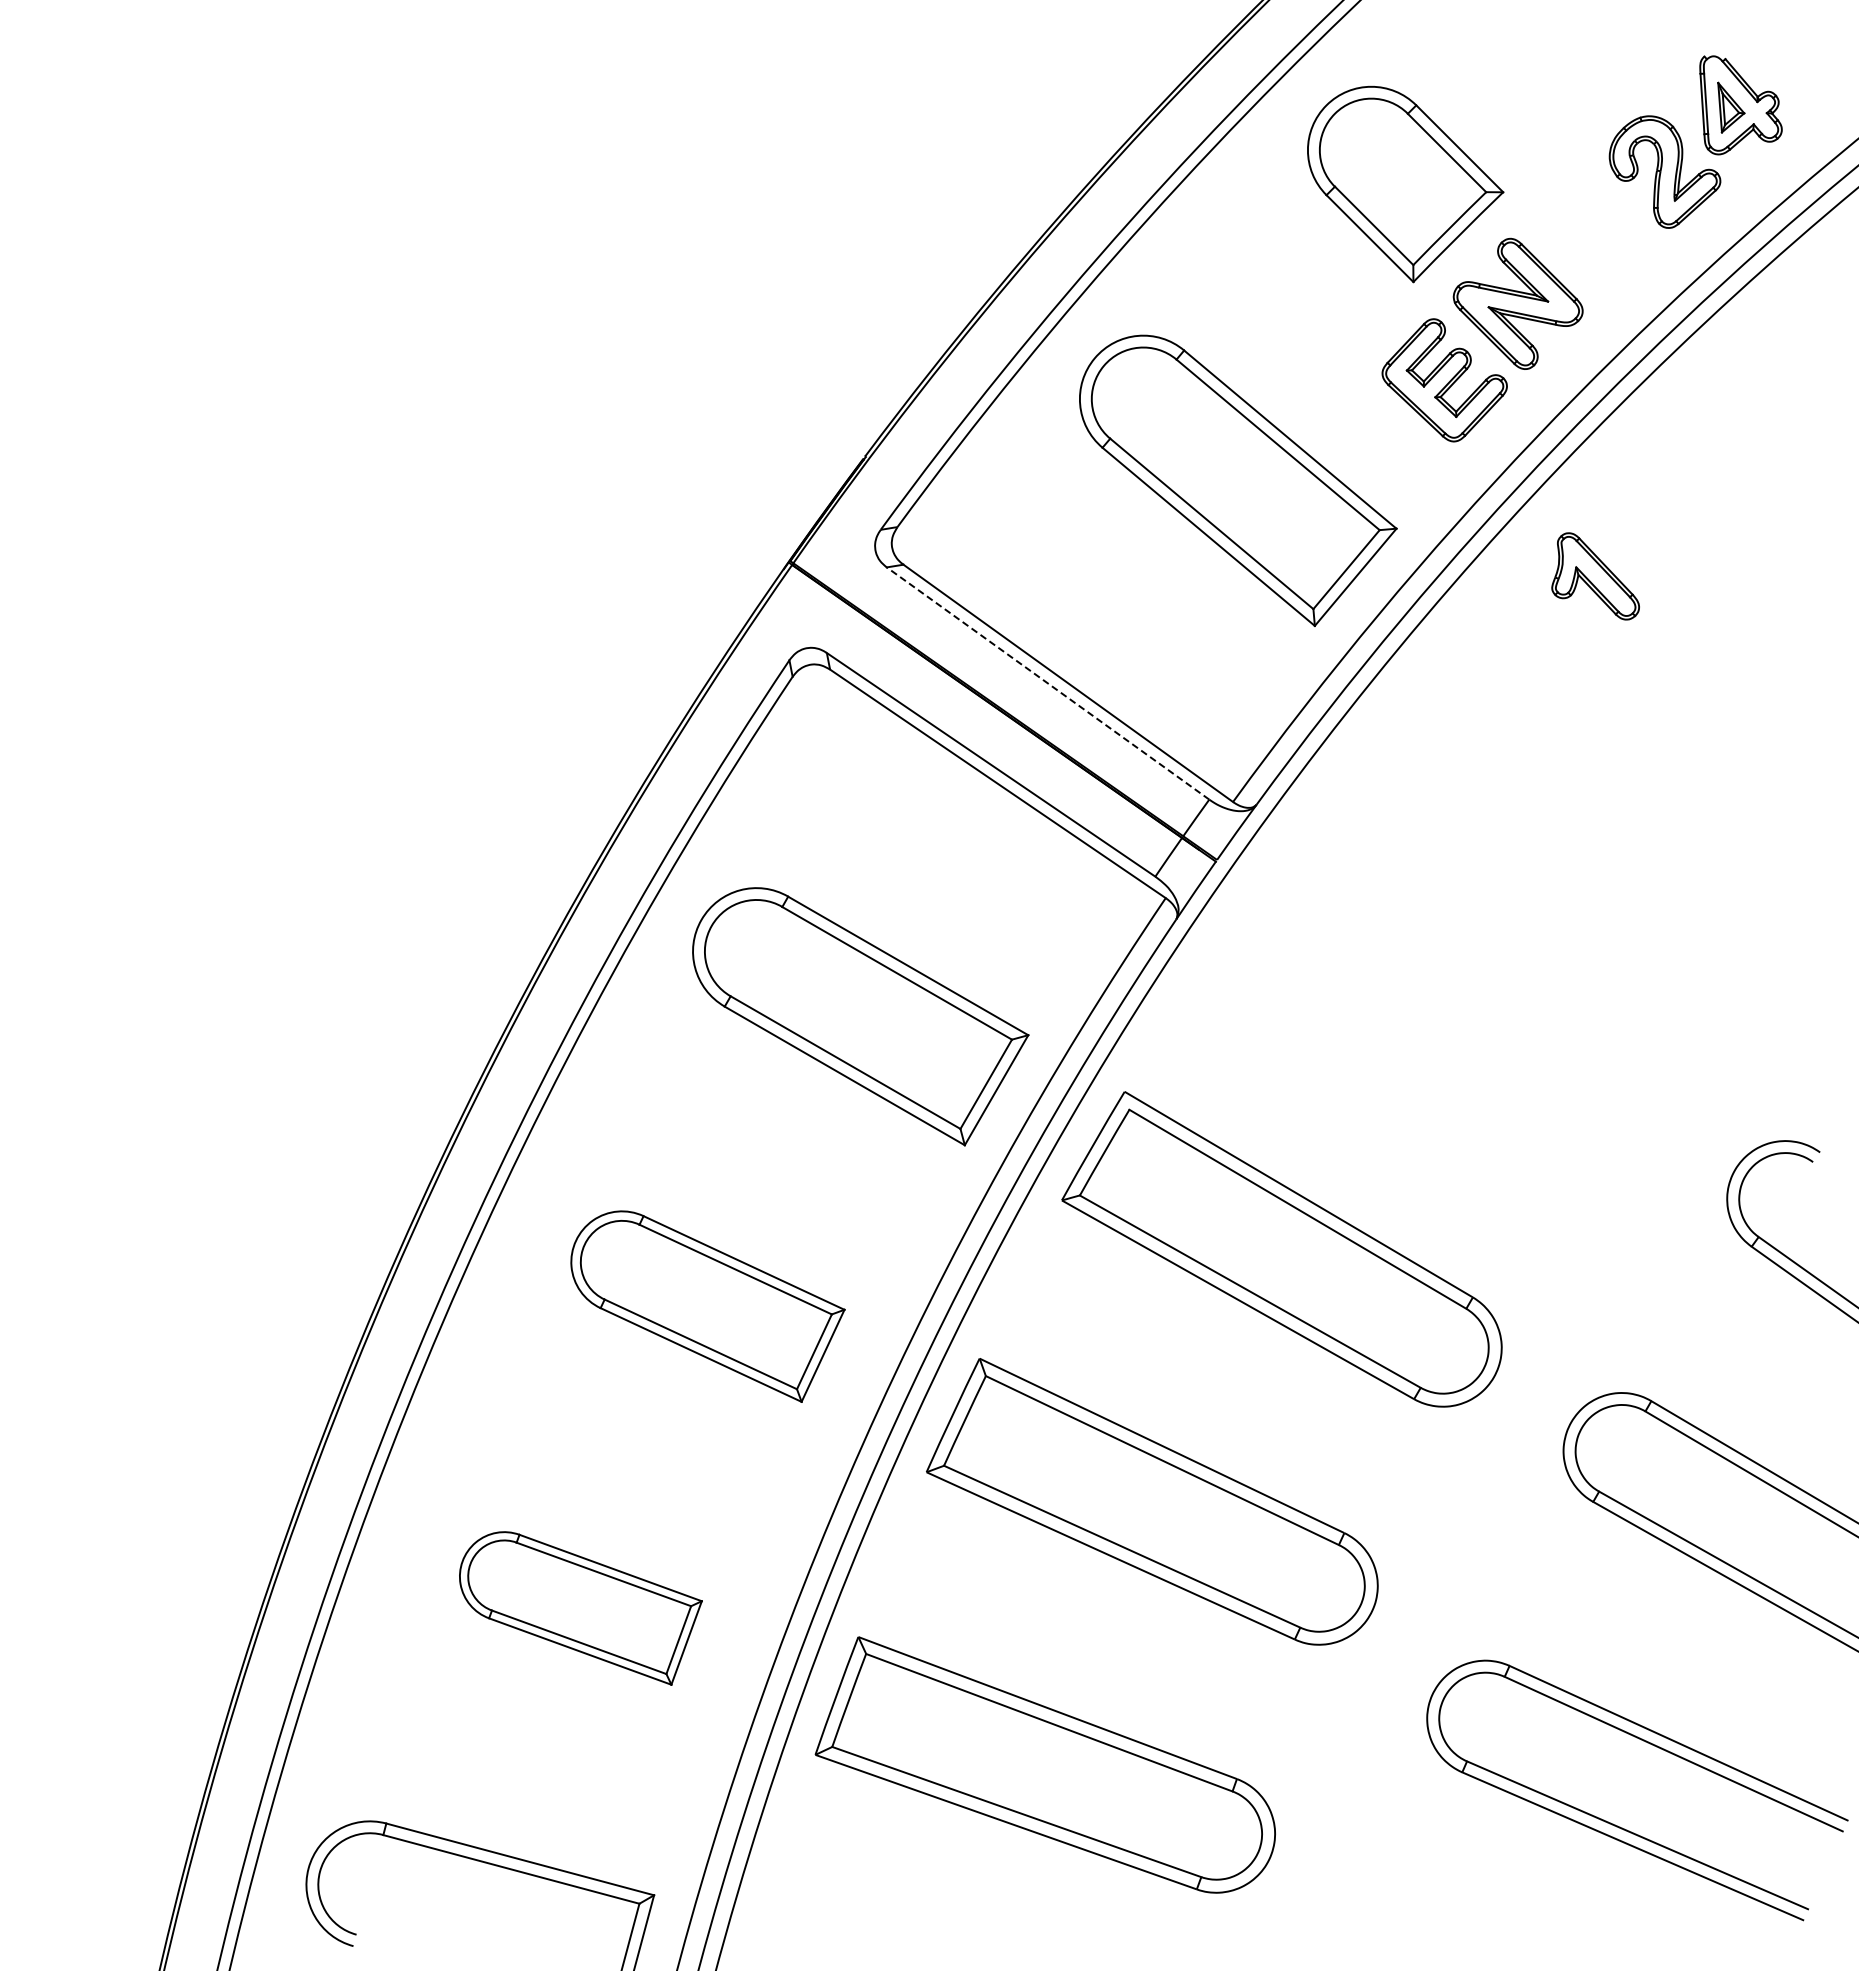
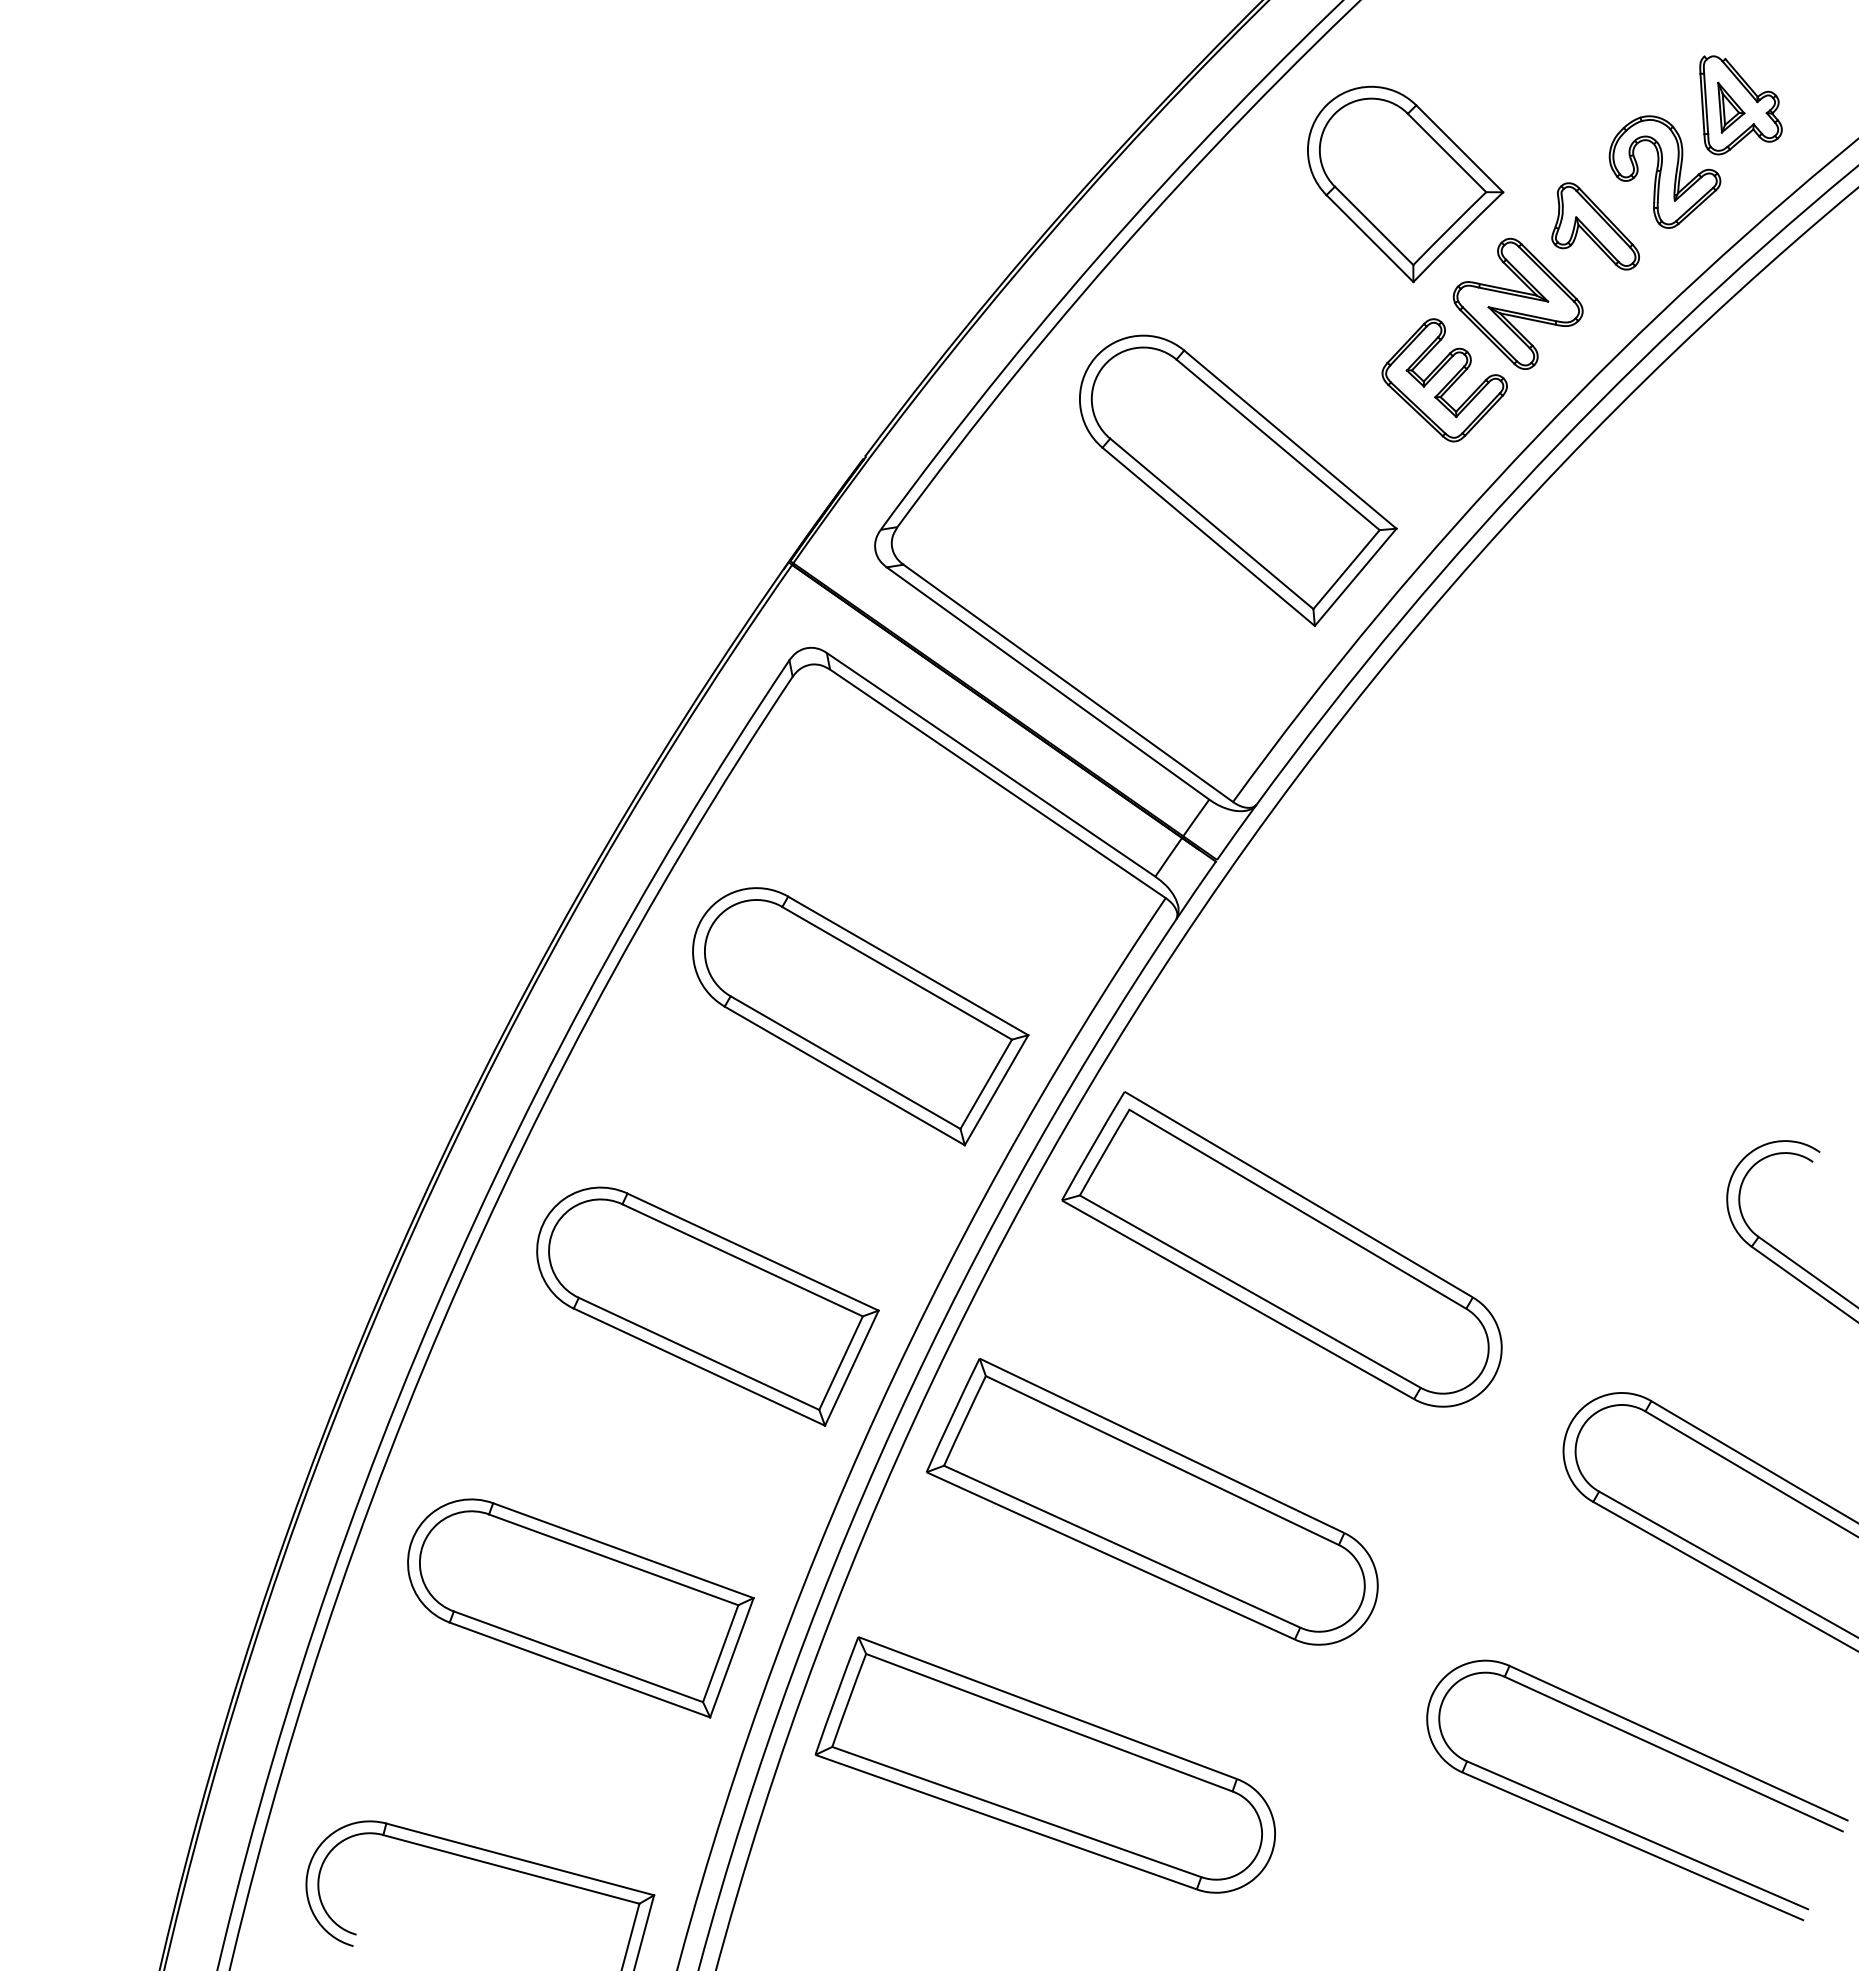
part at (1595, 576) position: (1595, 576) -> (1595, 226)
line at (1048, 683): dashed -> solid
part at (707, 1306) size: 276x193 px -> 344x241 px
part at (580, 1608) size: 244x155 px -> 348x221 px
